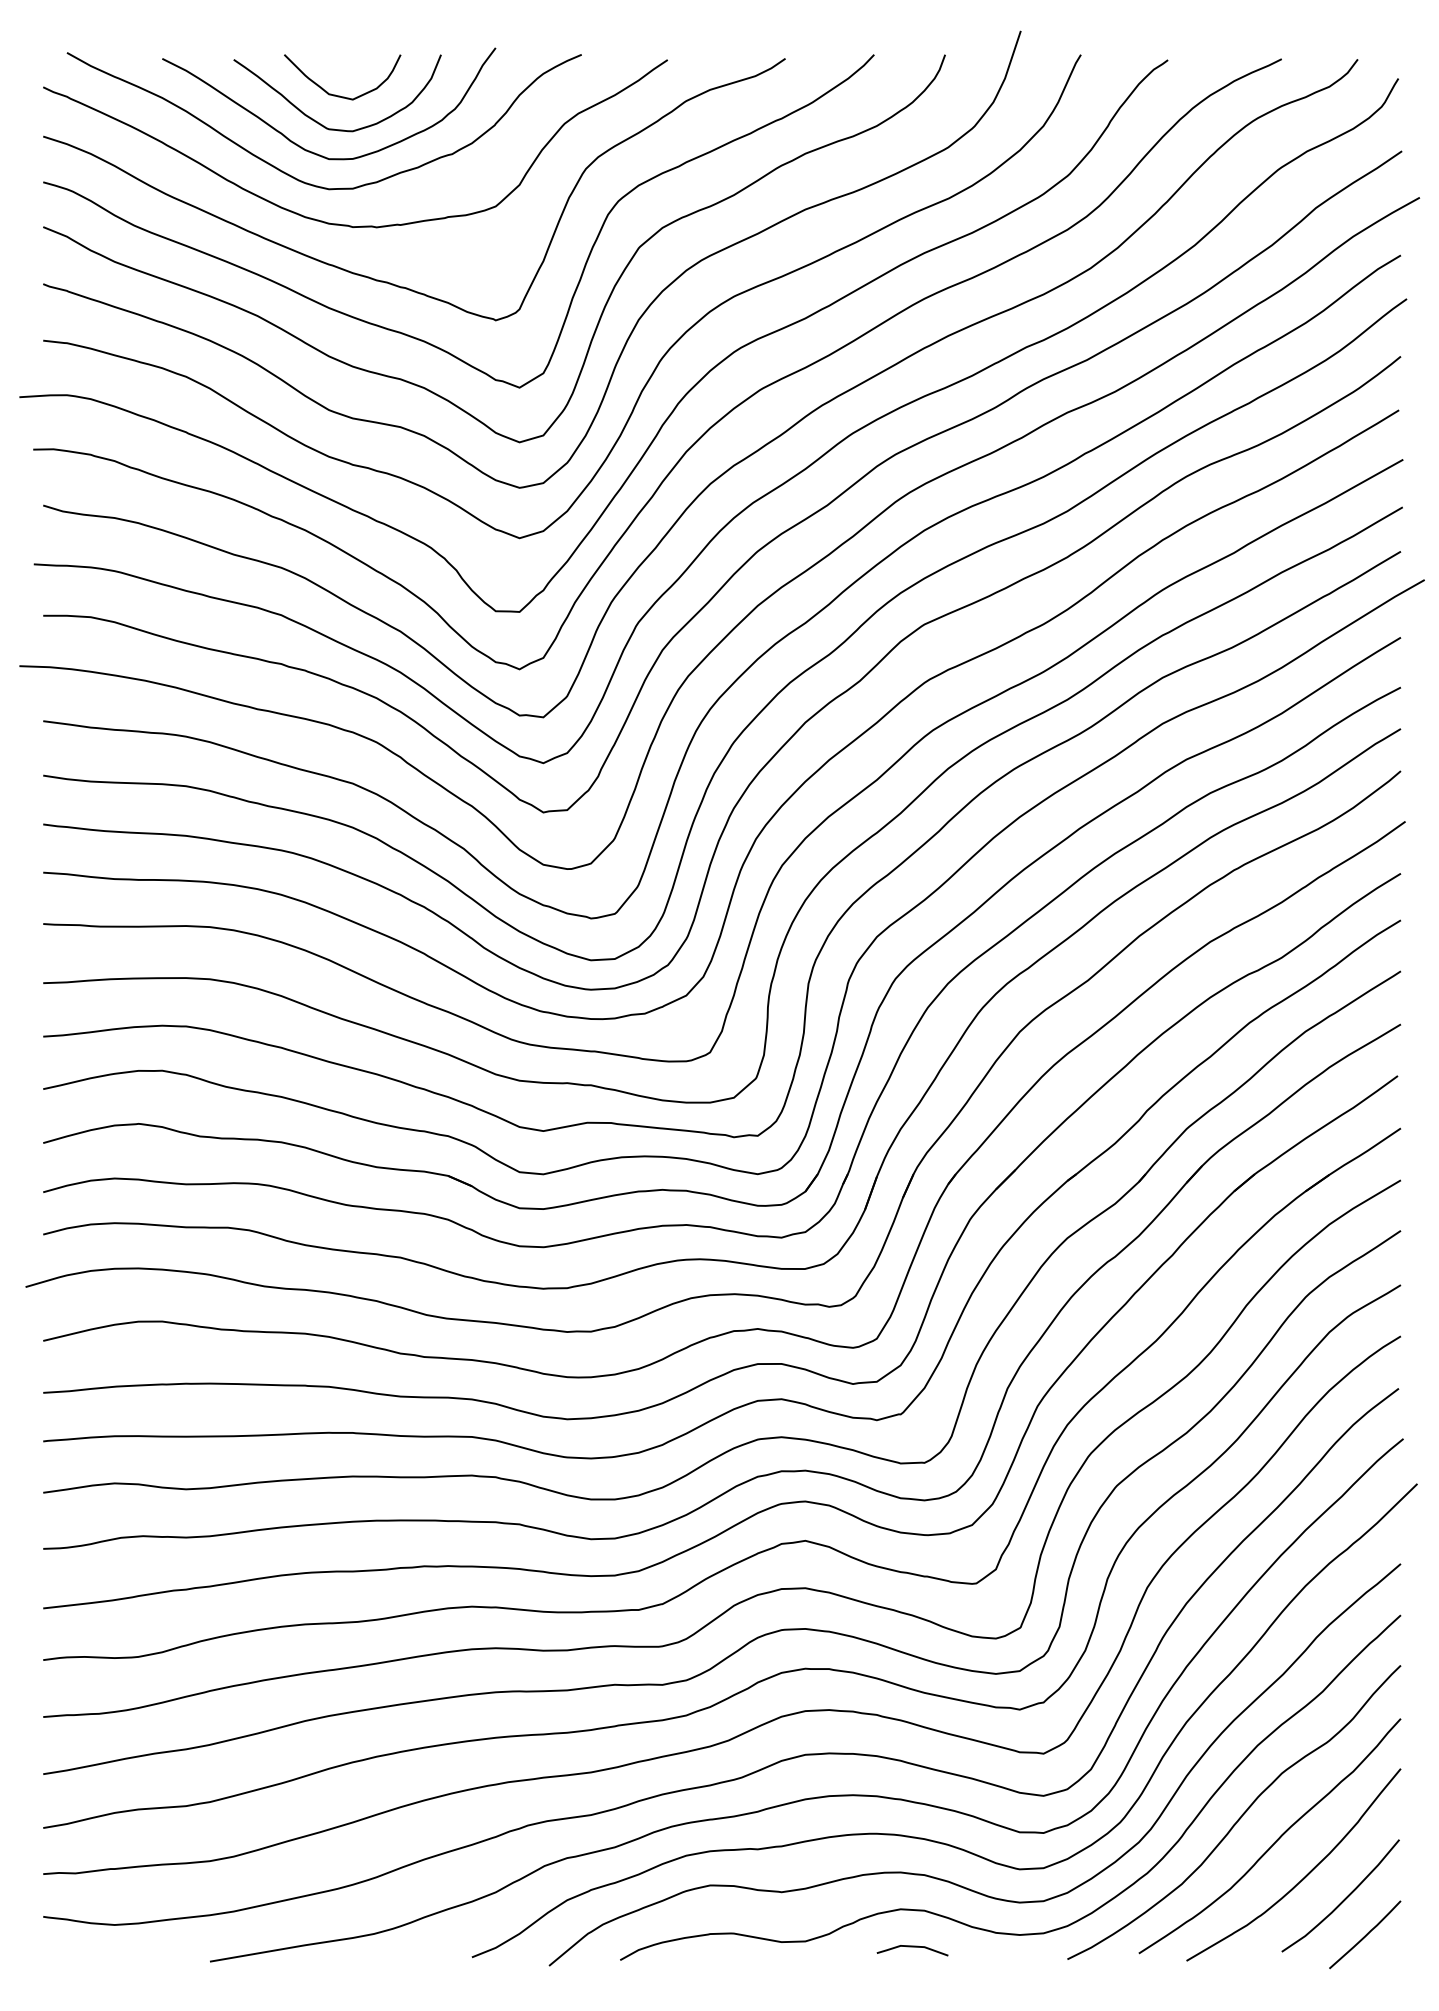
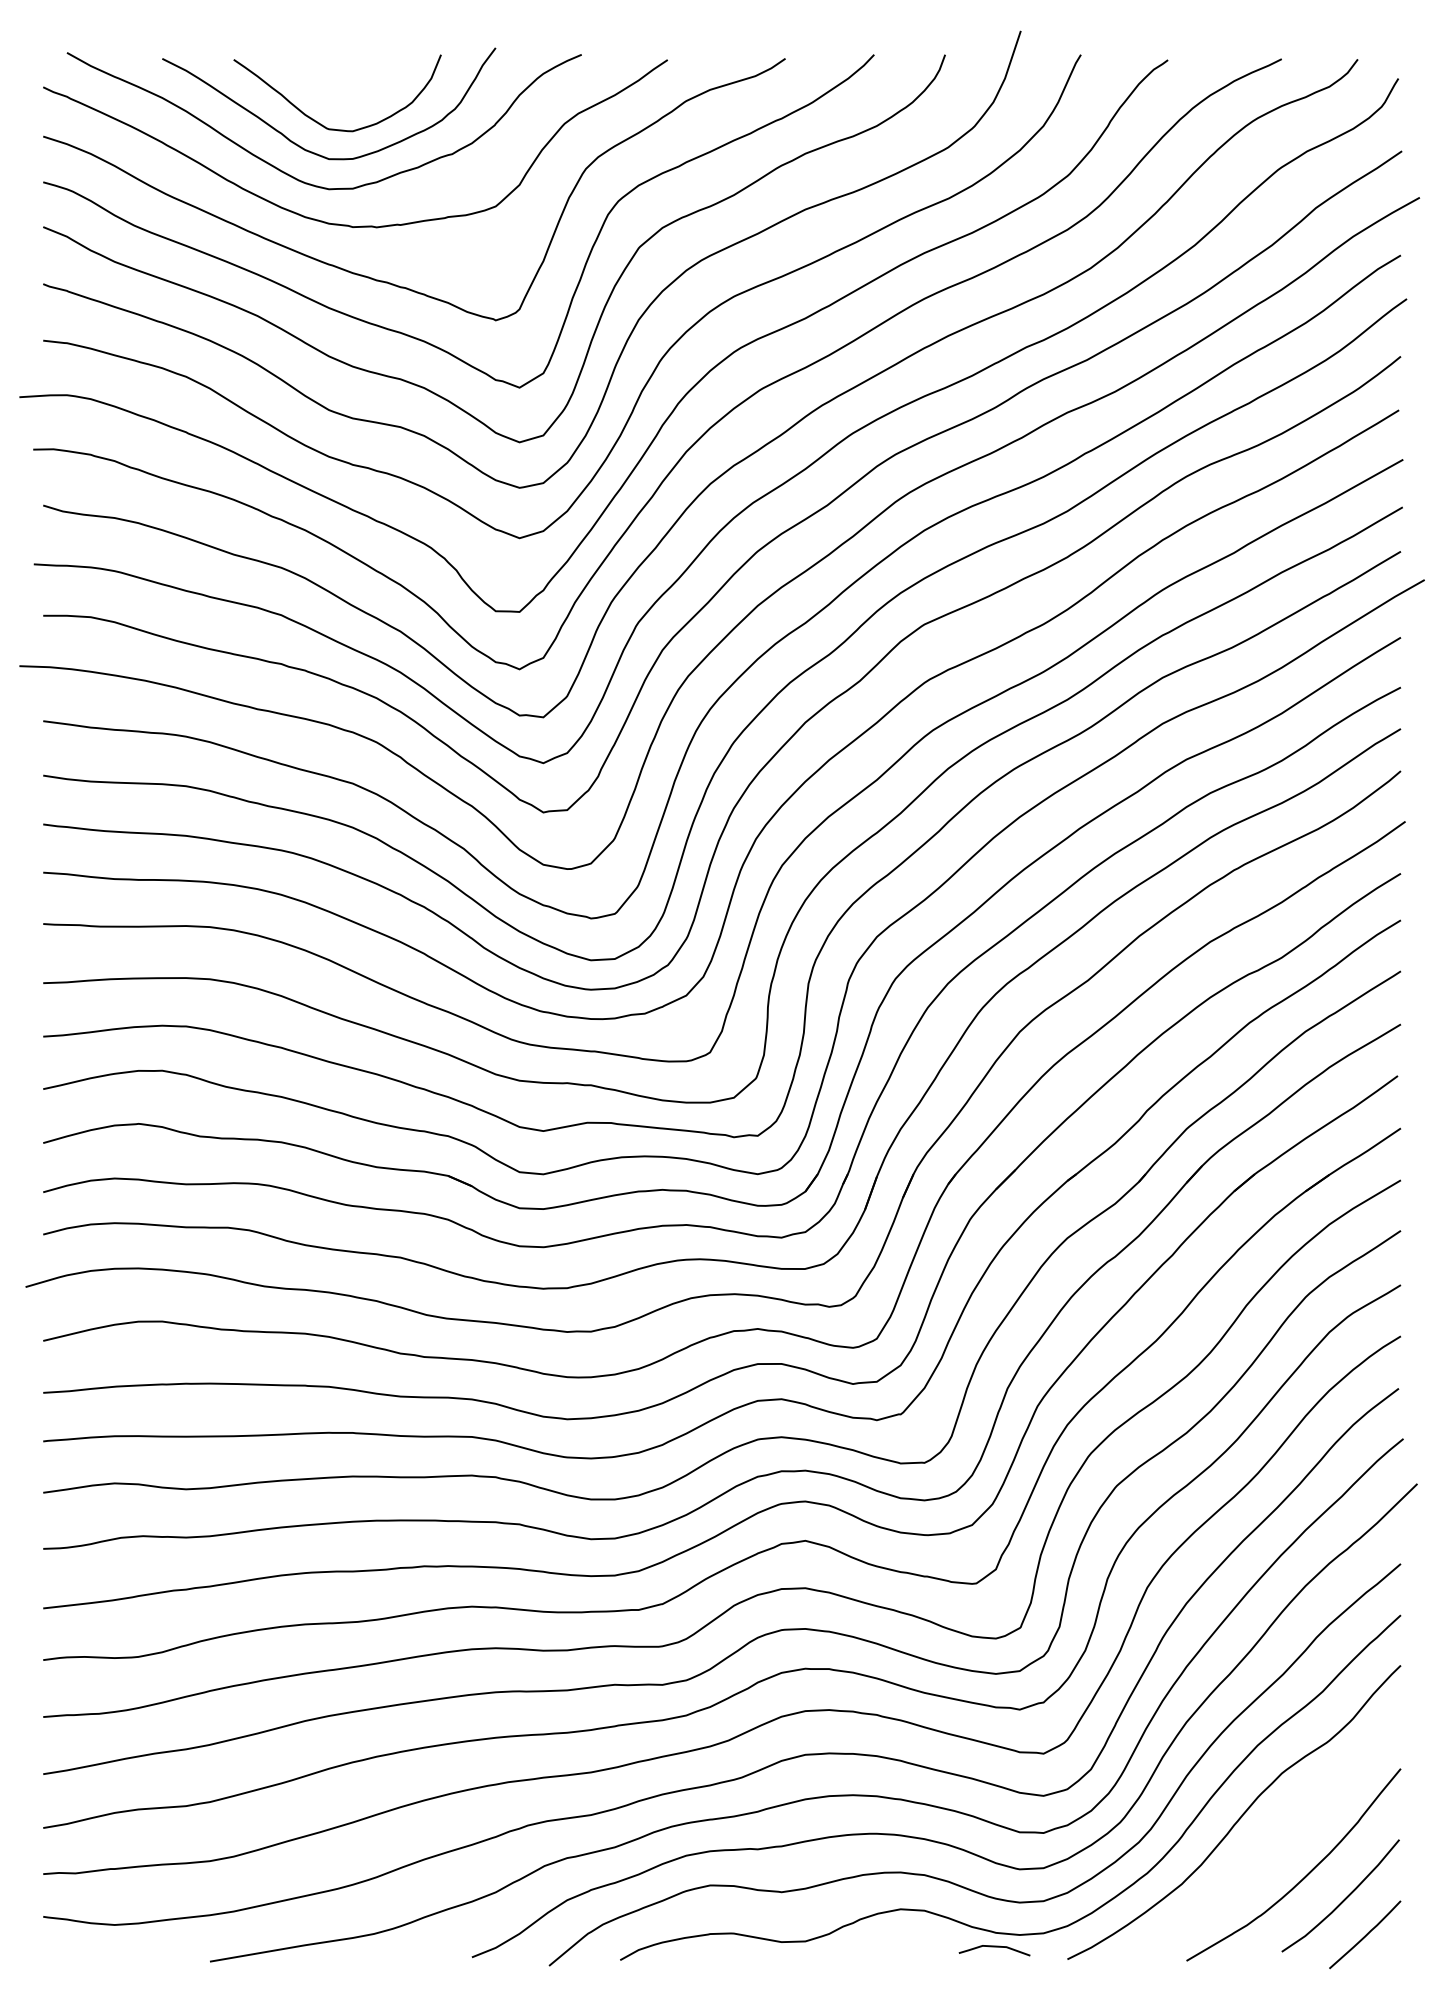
curve at (340, 95): present -> none
curve at (1275, 1840): present -> none
line at (912, 1947) position: (912, 1947) -> (994, 1947)
